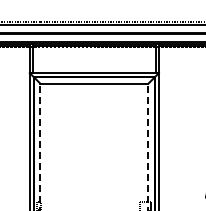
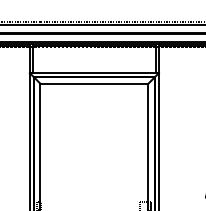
line at (40, 146): dashed -> solid
line at (148, 146): dashed -> solid
